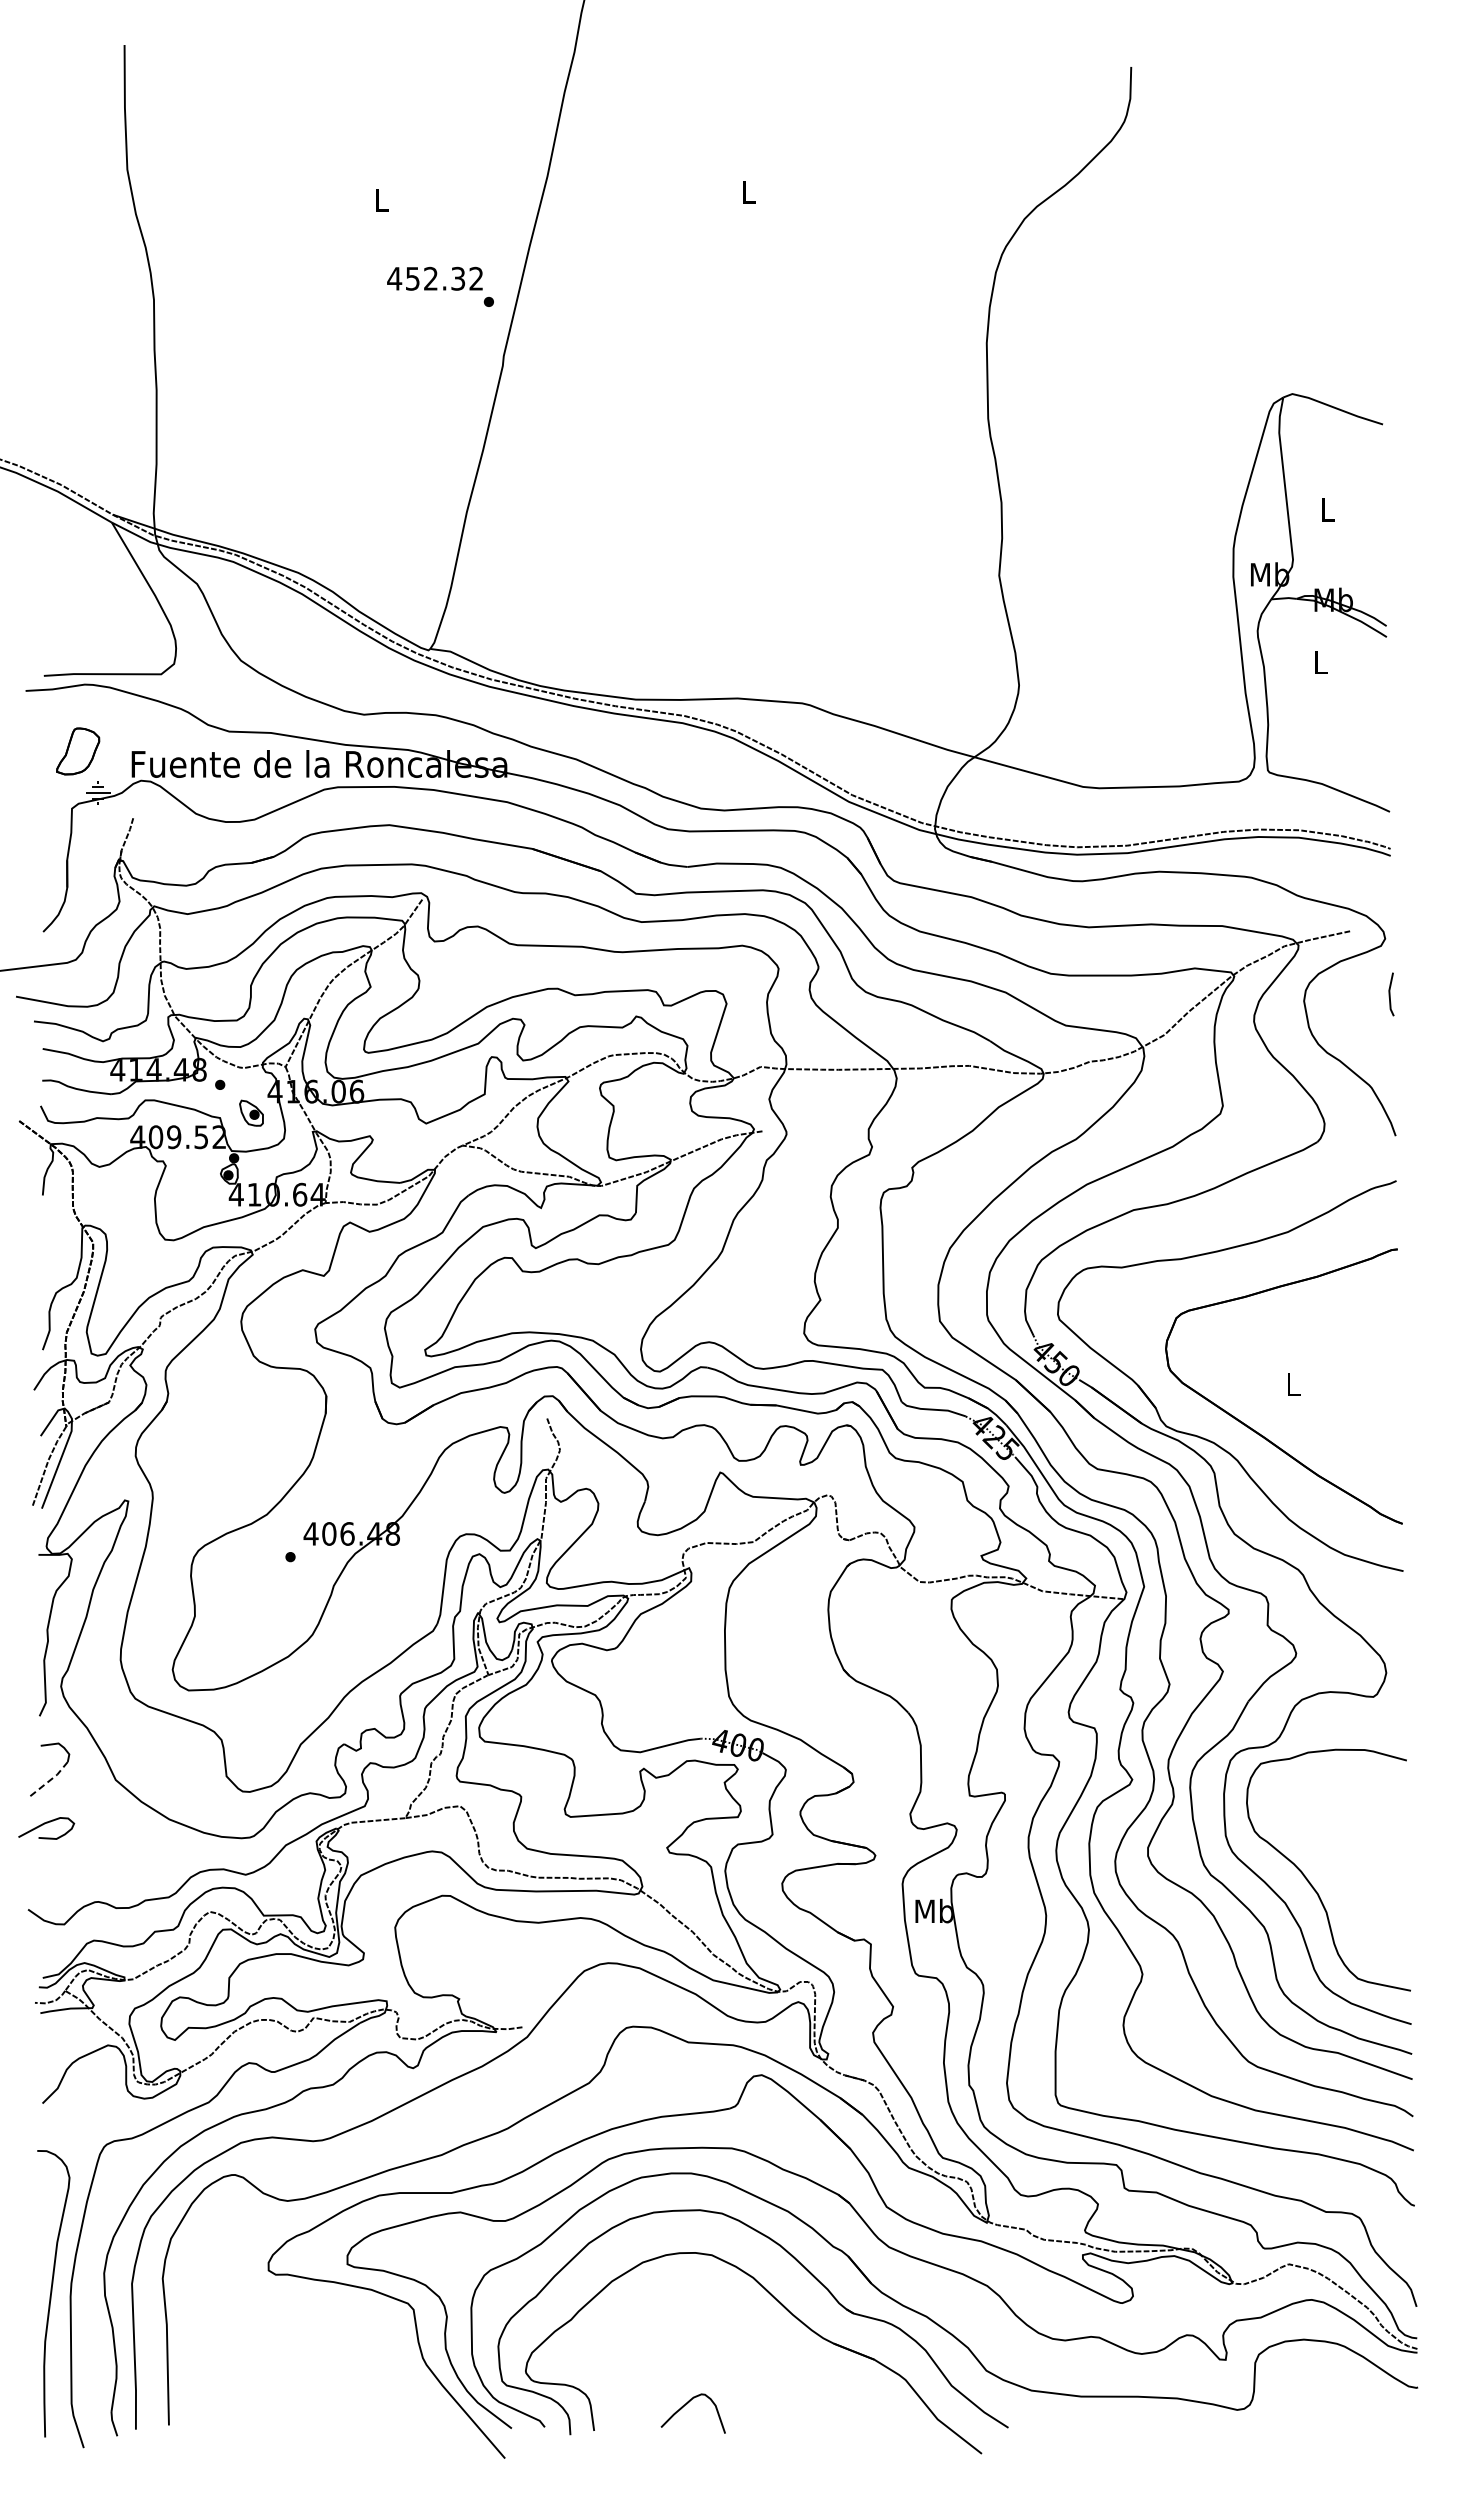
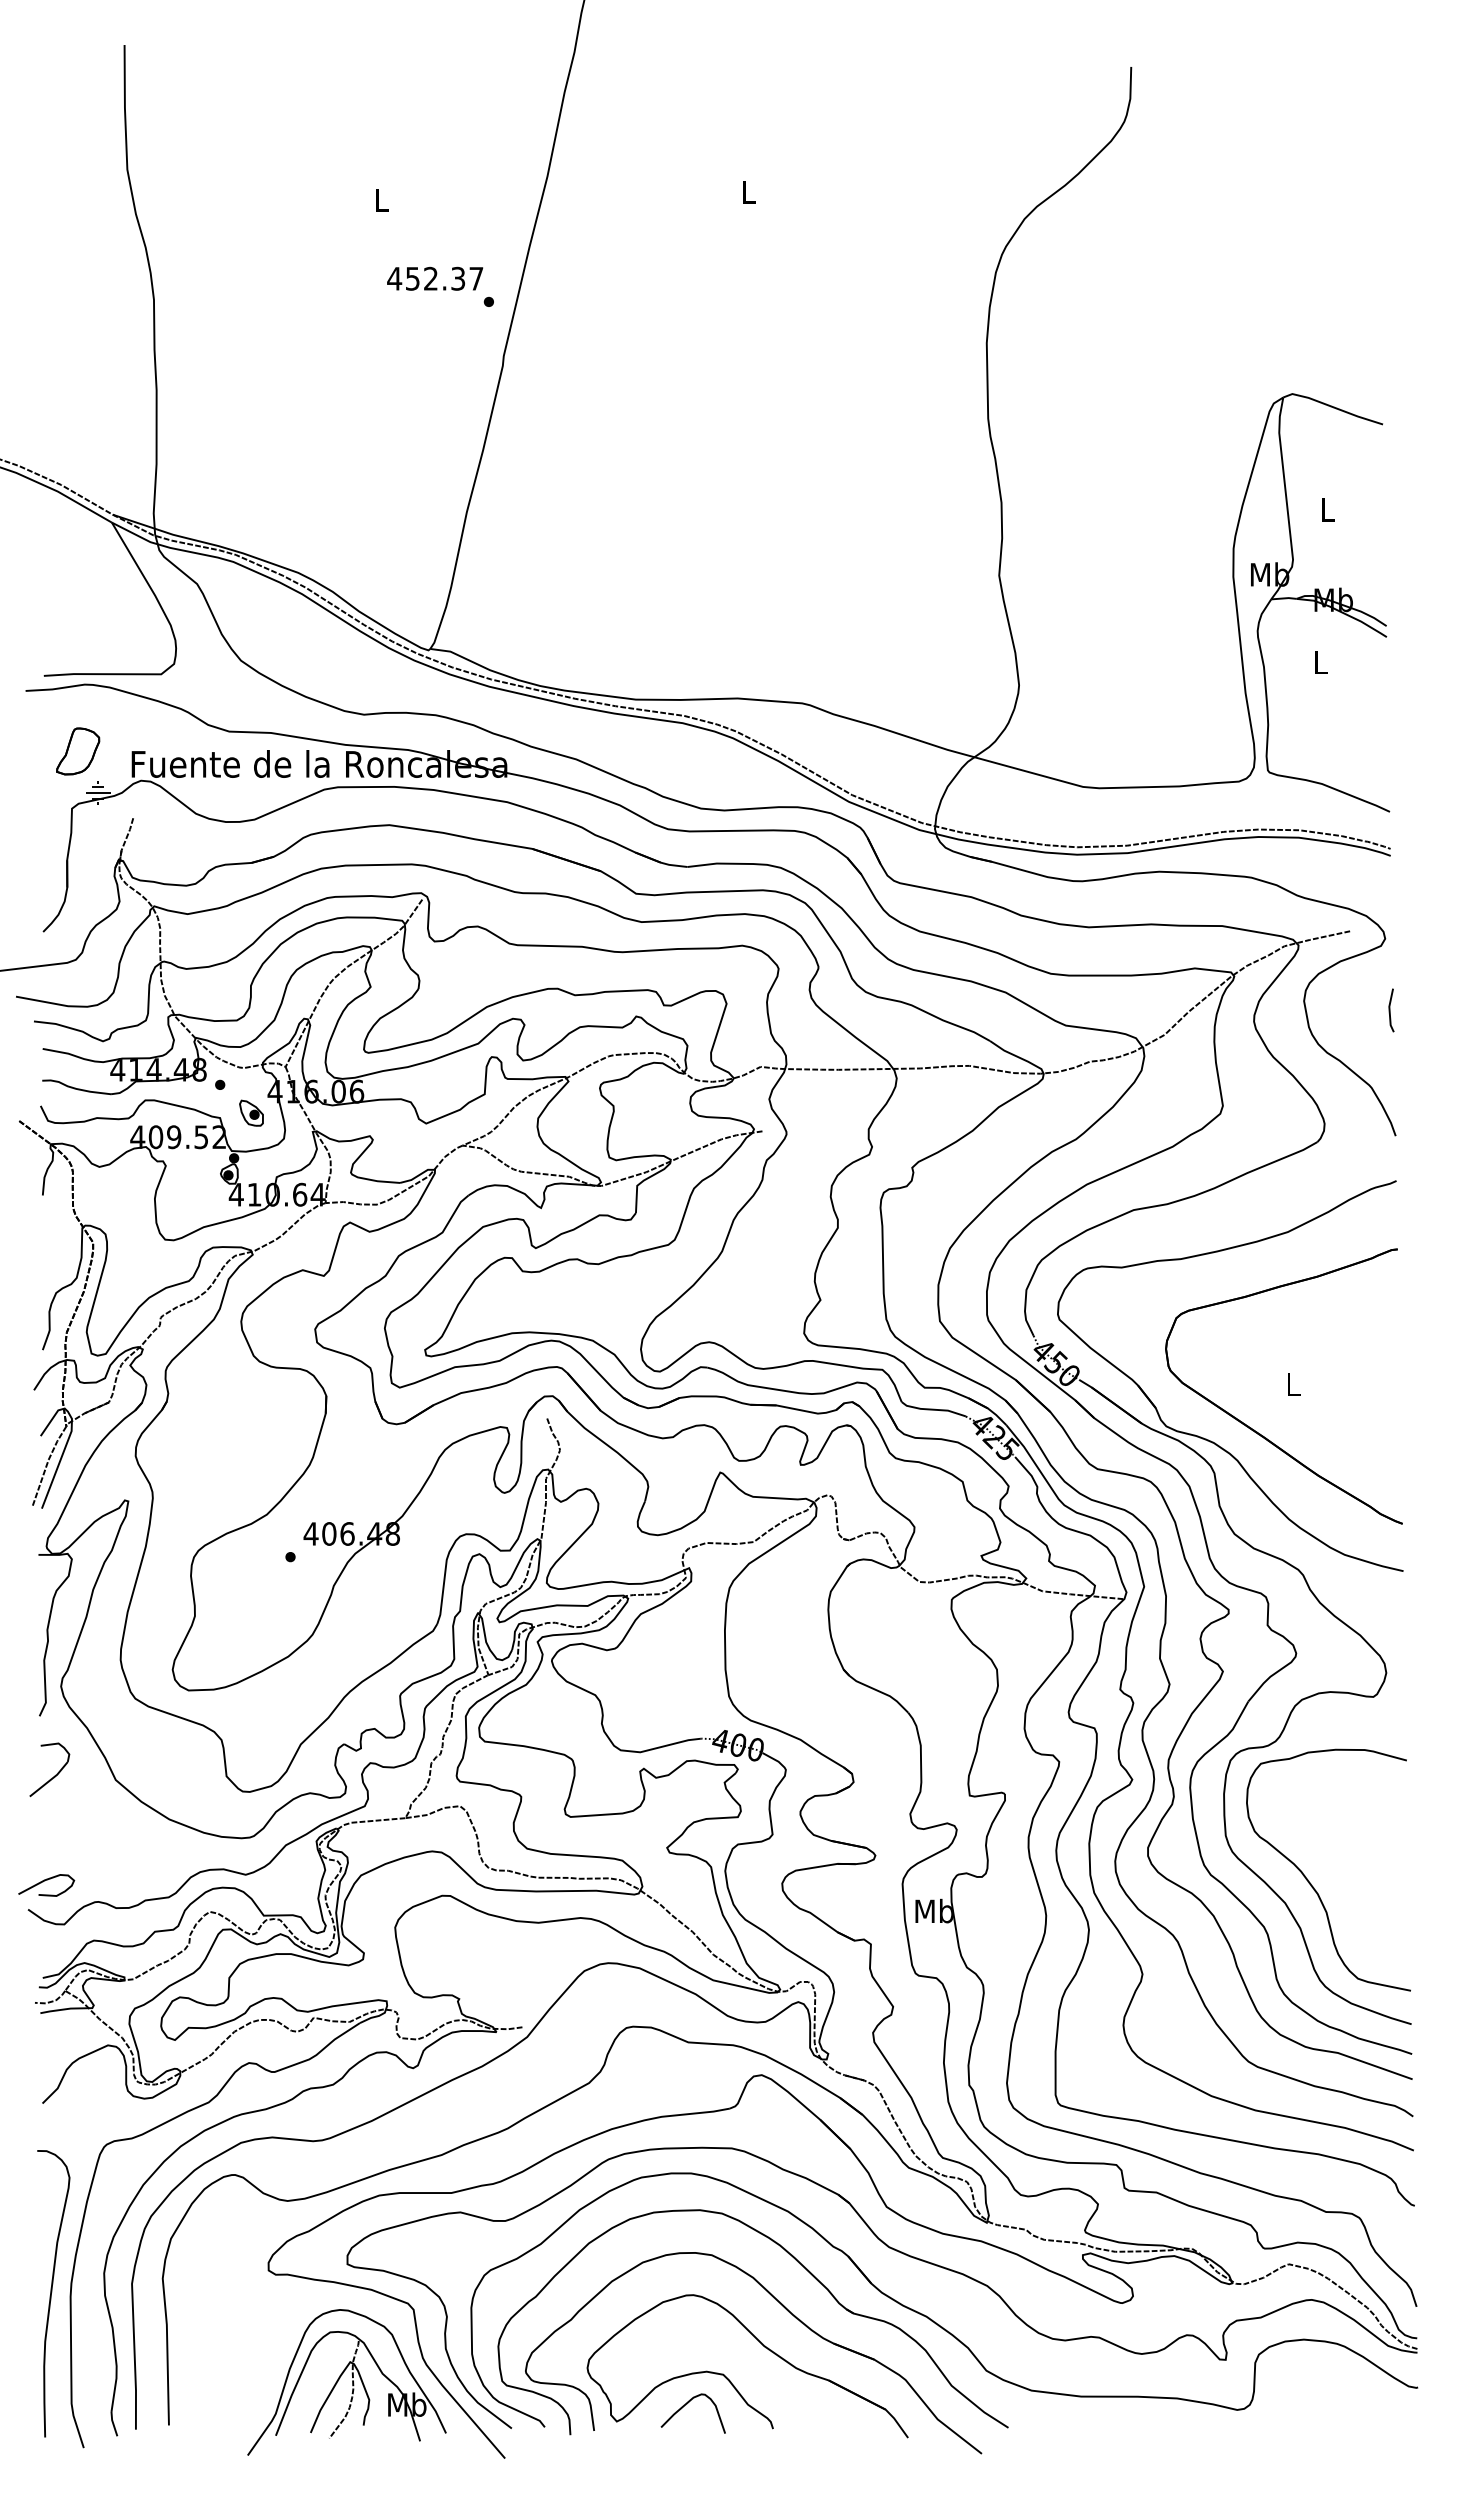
text at (476, 278): 452.32 -> 452.37
line at (1390, 994) position: (1390, 994) -> (1390, 1010)
line at (50, 1780): dashed -> solid
curve at (45, 1824) position: (45, 1824) -> (45, 1881)
part at (731, 2381): none -> present
part at (346, 2382): none -> present
